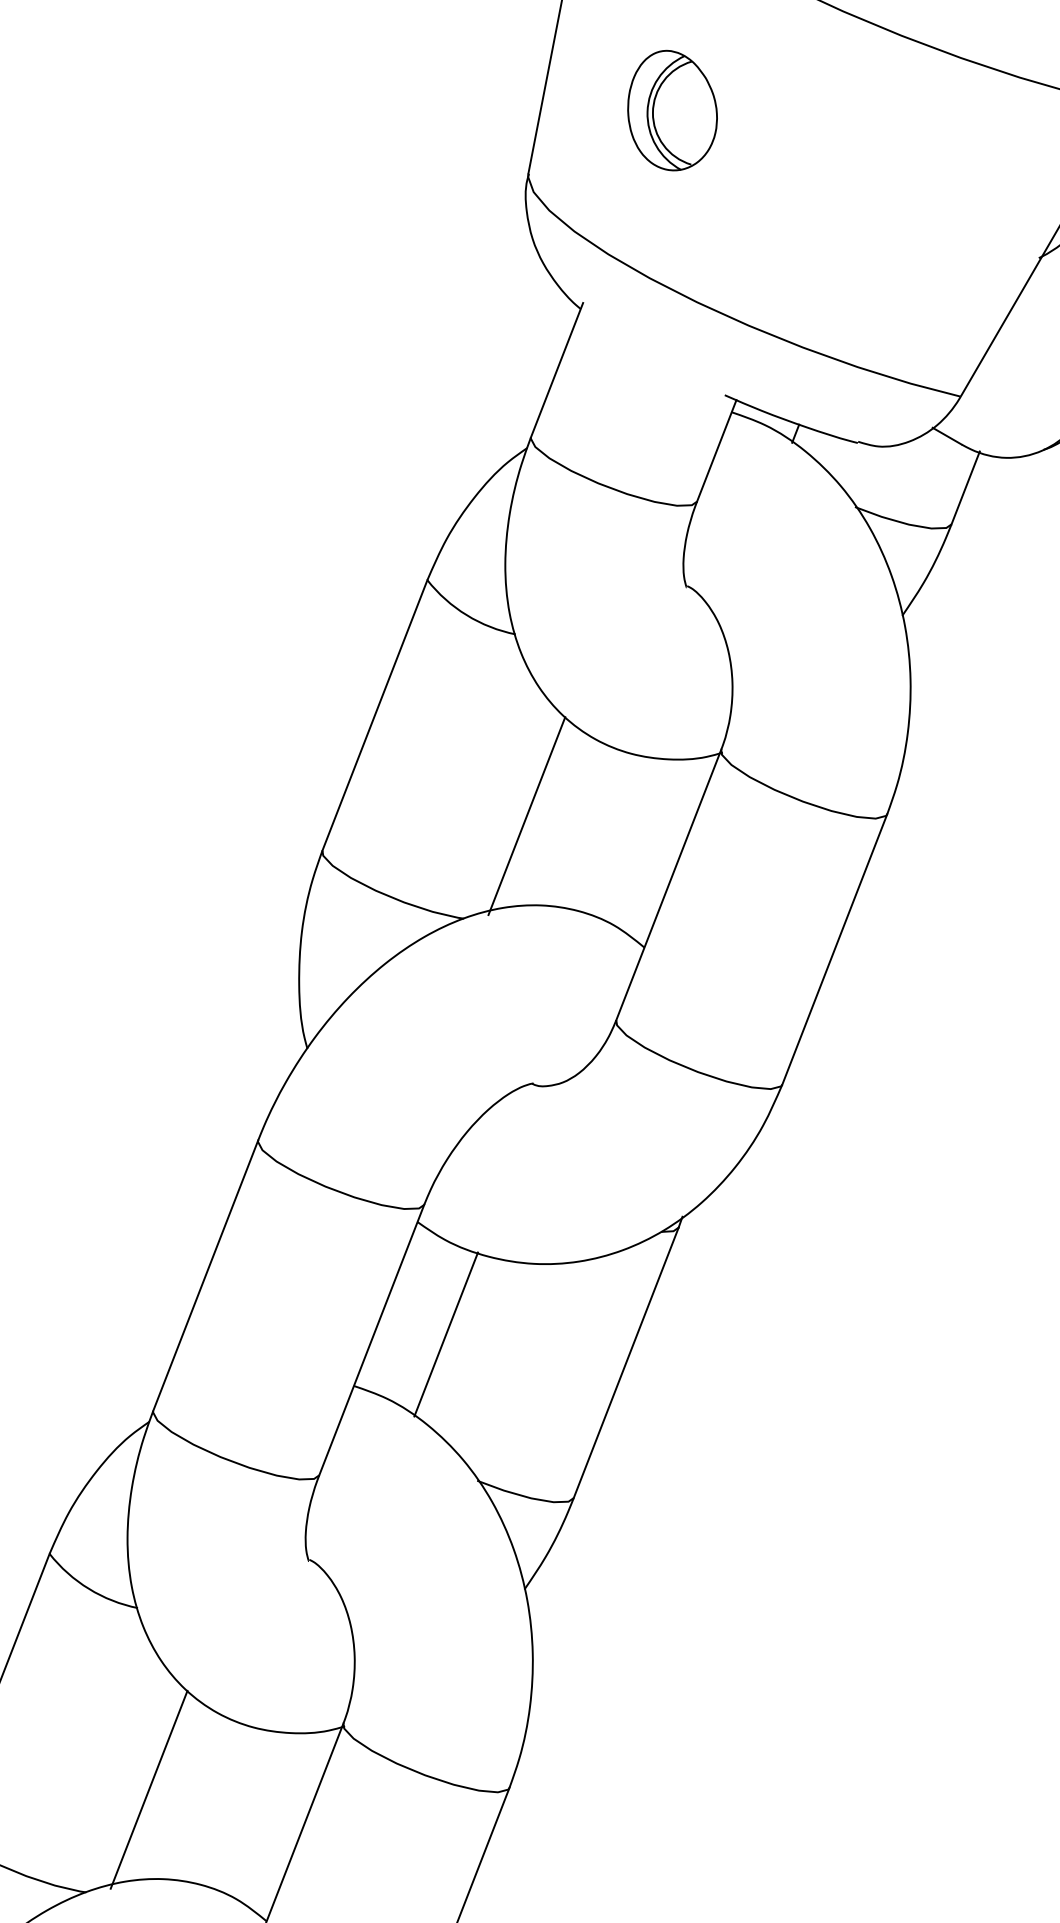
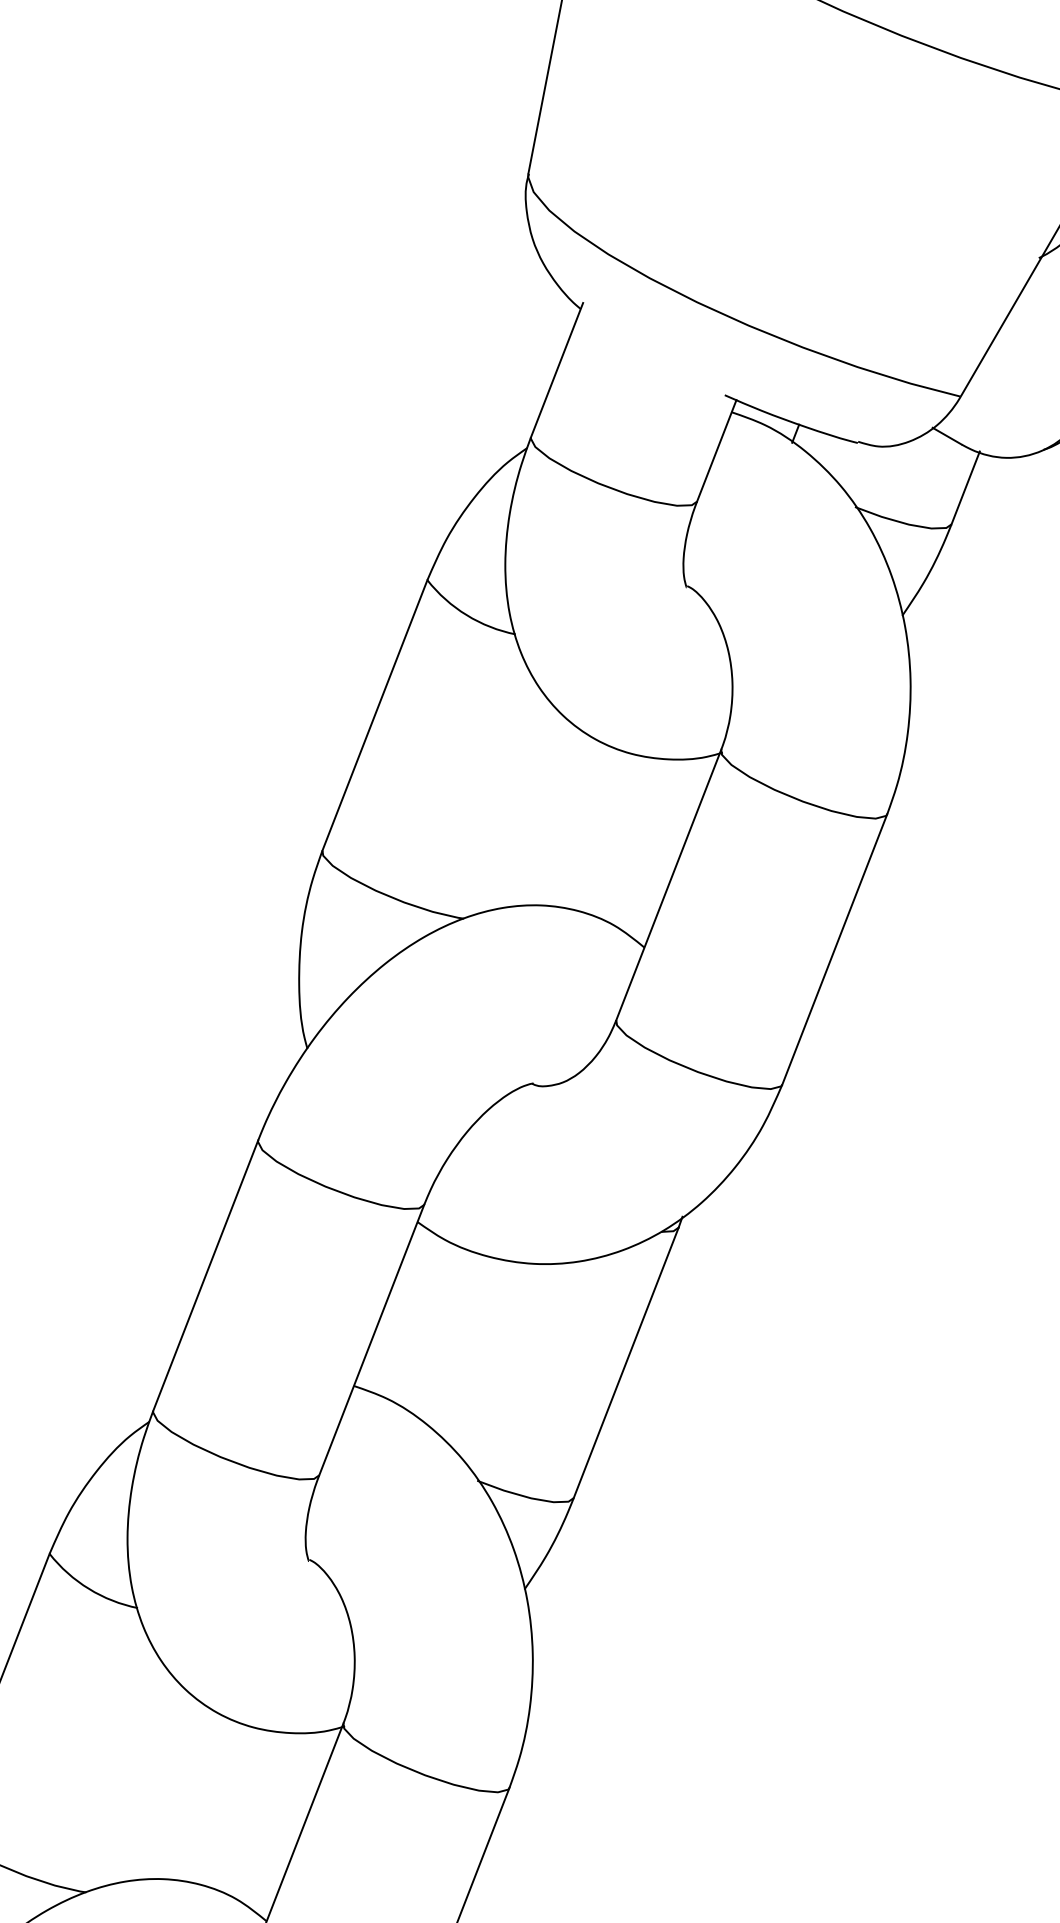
part at (672, 110): present -> none
line at (526, 816): present -> none
line at (446, 1334): present -> none
line at (148, 1789): present -> none
